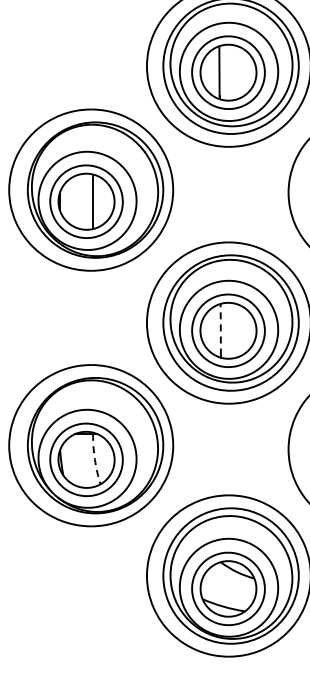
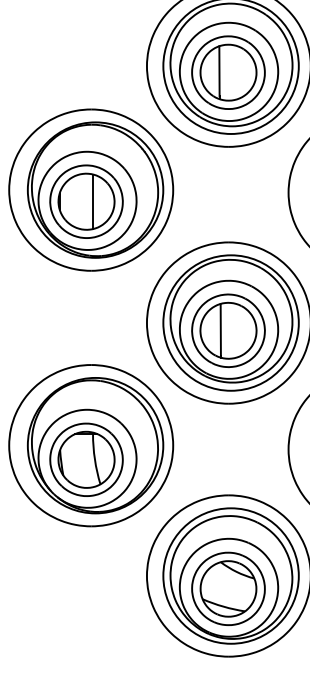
line at (220, 329): dashed -> solid
arc at (94, 459): dashed -> solid
